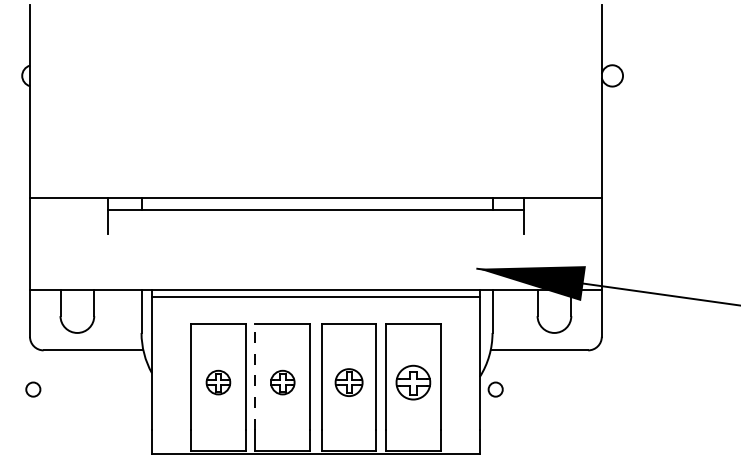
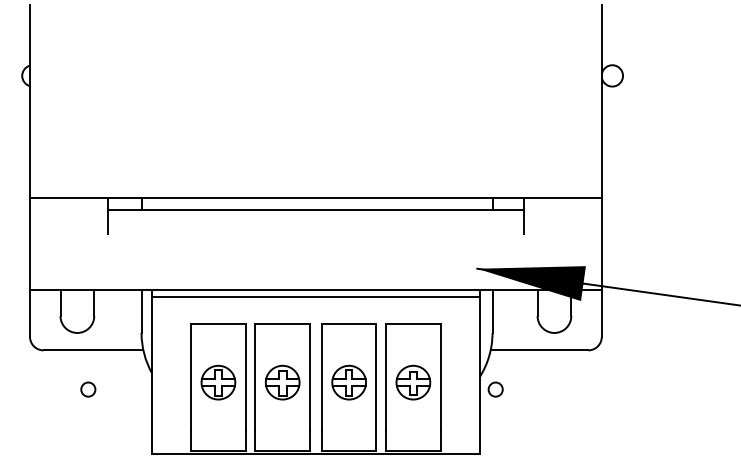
line at (255, 377): dashed -> solid
part at (218, 382) size: 27x27 px -> 37x37 px
part at (282, 382) size: 26x27 px -> 36x37 px
part at (348, 382) size: 30x29 px -> 36x37 px
circle at (33, 389) position: (33, 389) -> (88, 389)
